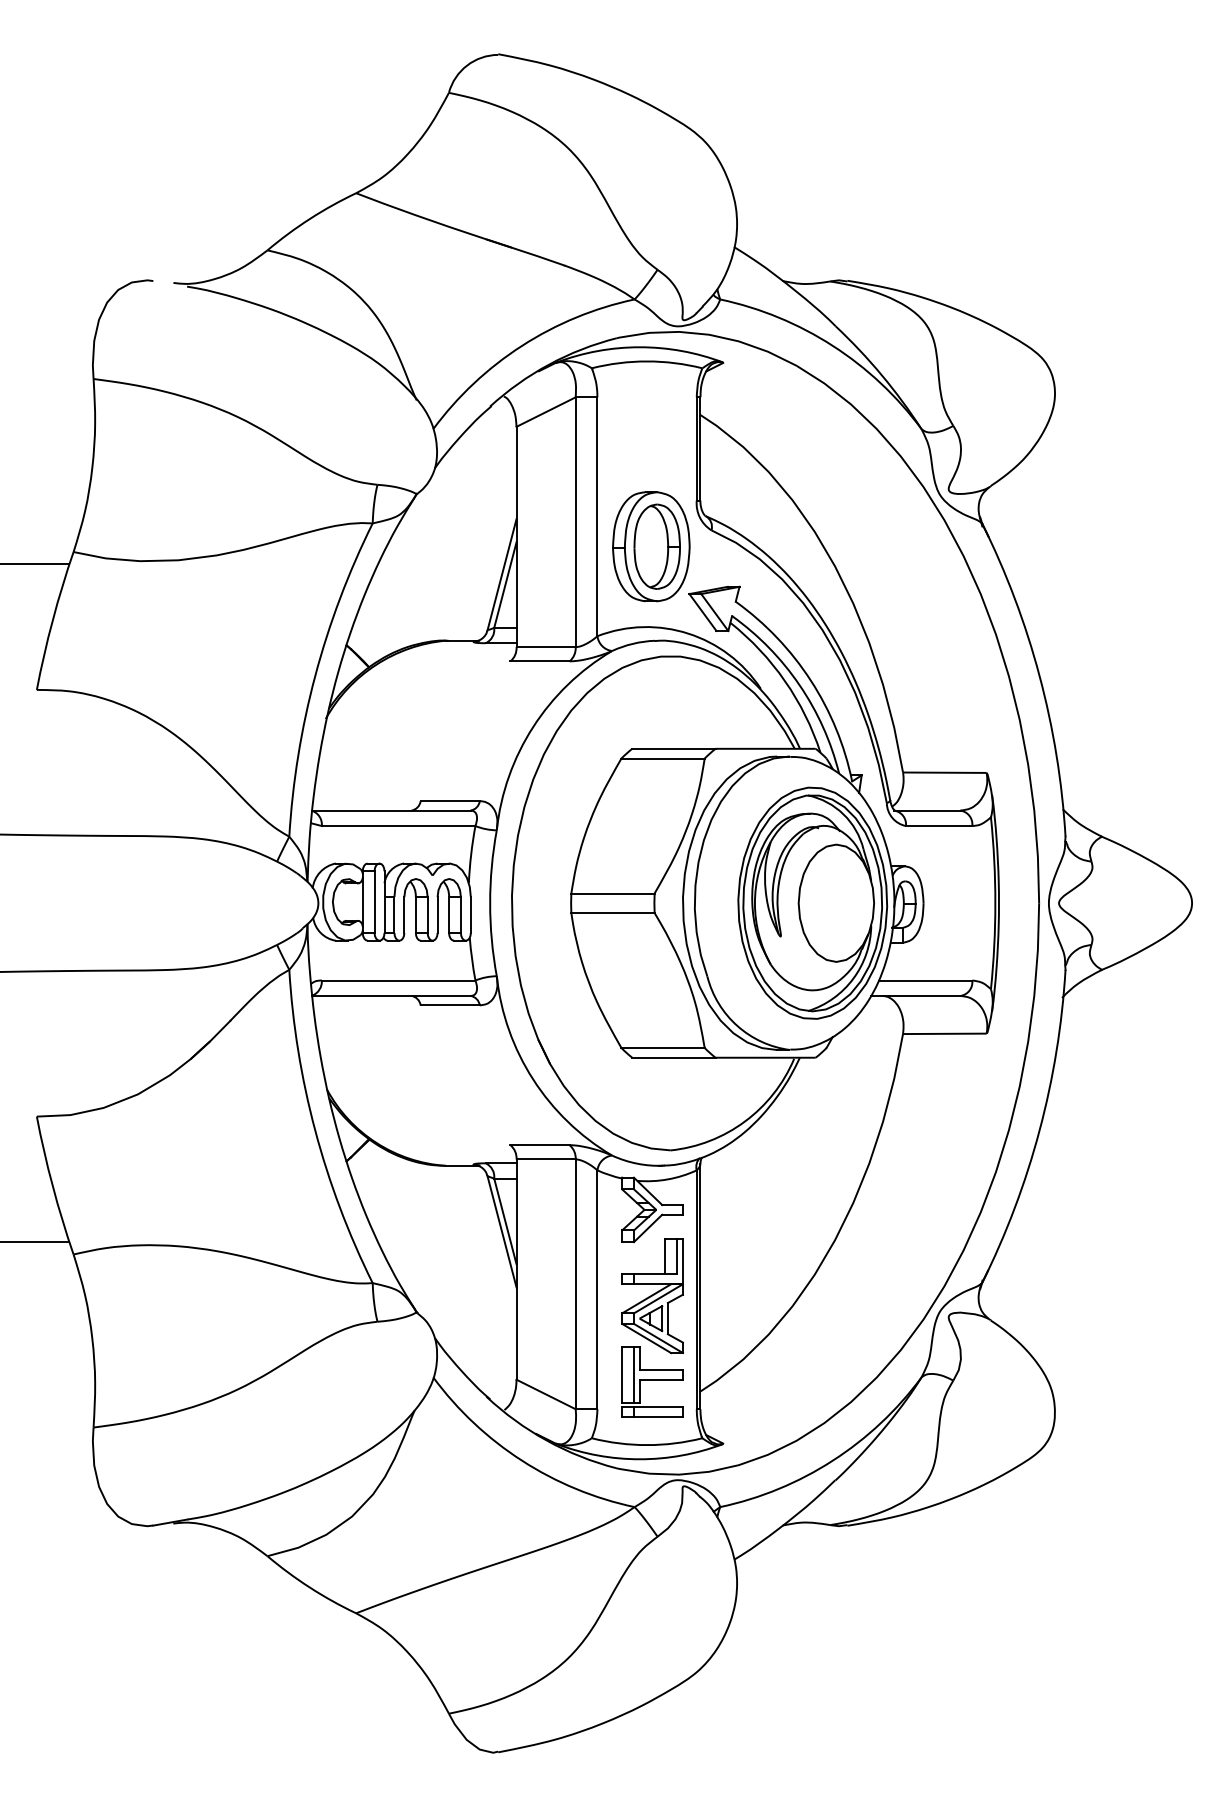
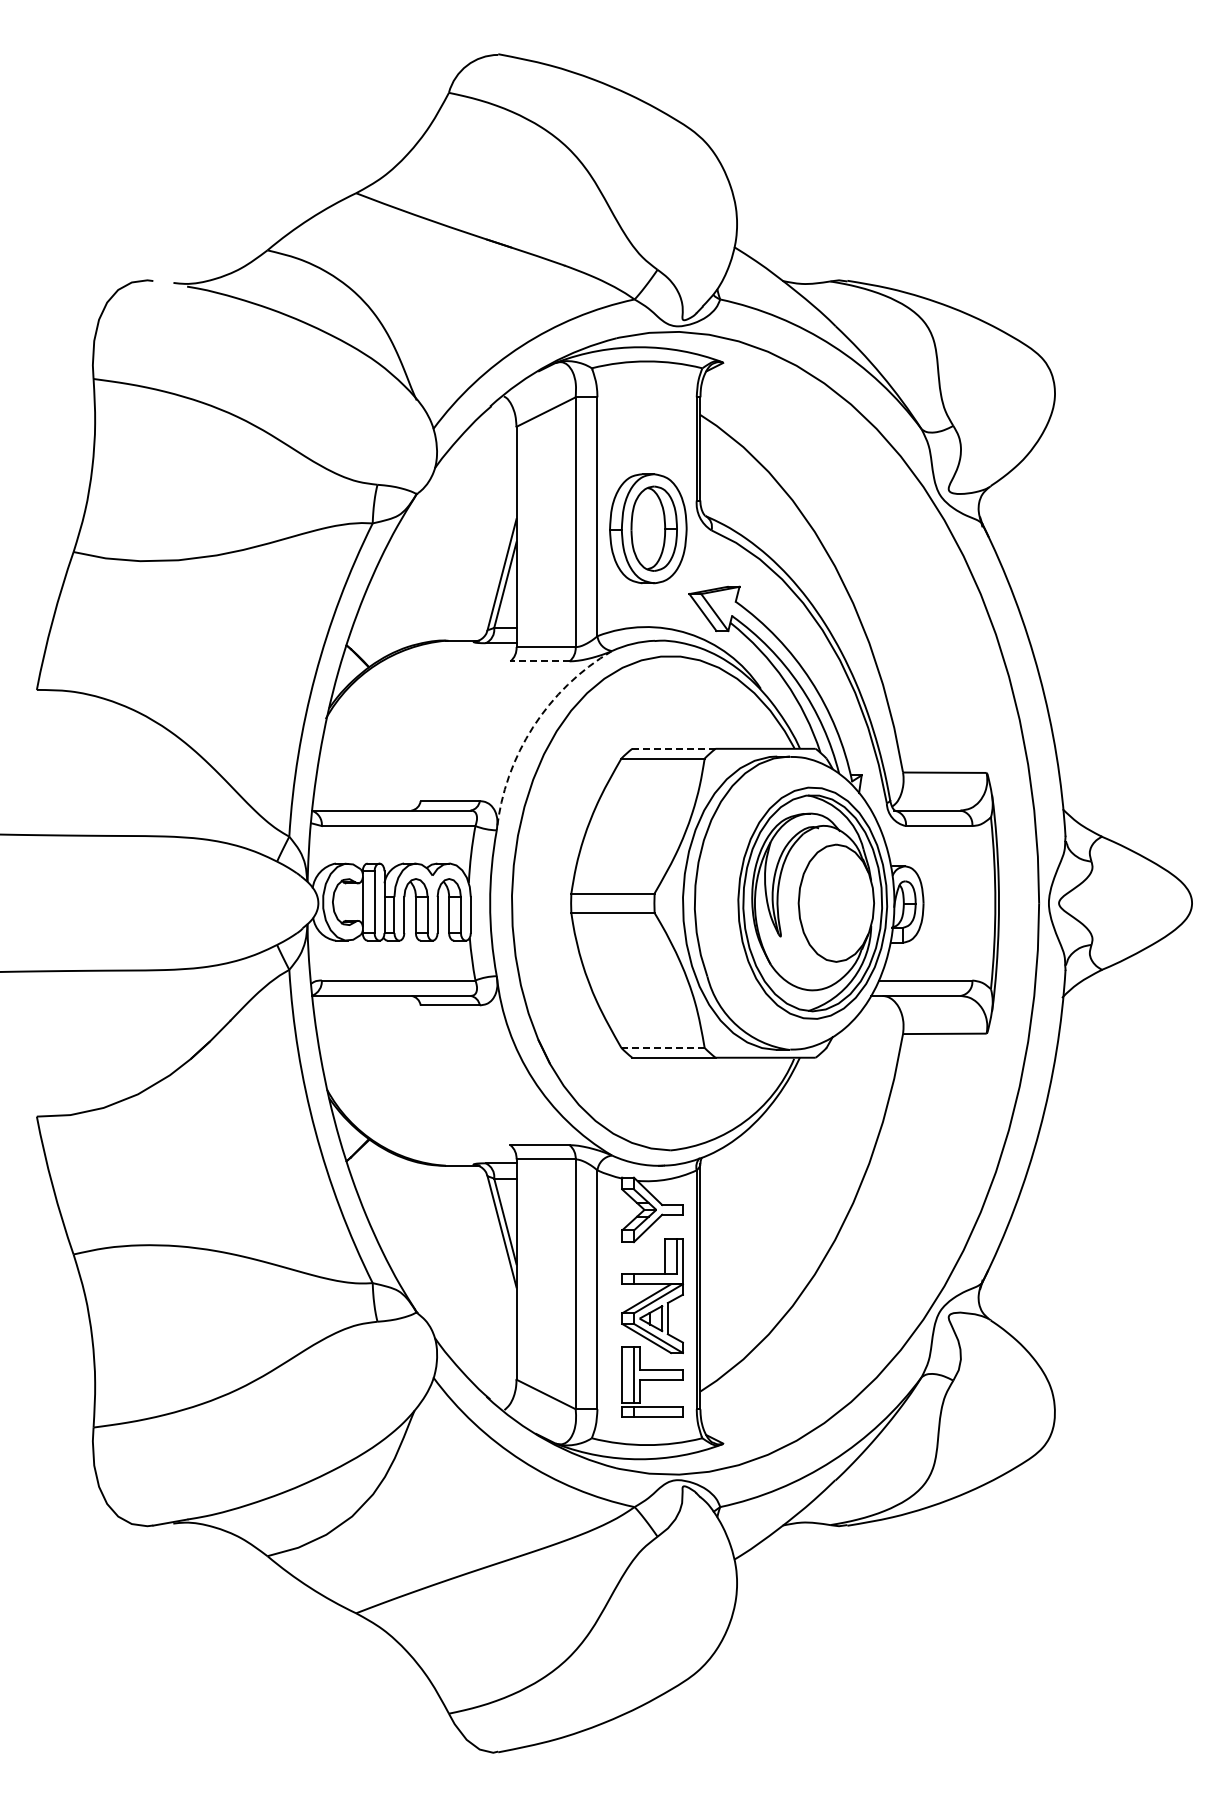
part at (651, 546) position: (651, 546) -> (648, 528)
line at (35, 564): present -> none
line at (540, 661): solid -> dashed
arc at (533, 727): solid -> dashed
line at (673, 748): solid -> dashed
line at (663, 1047): solid -> dashed
line at (35, 1242): present -> none
